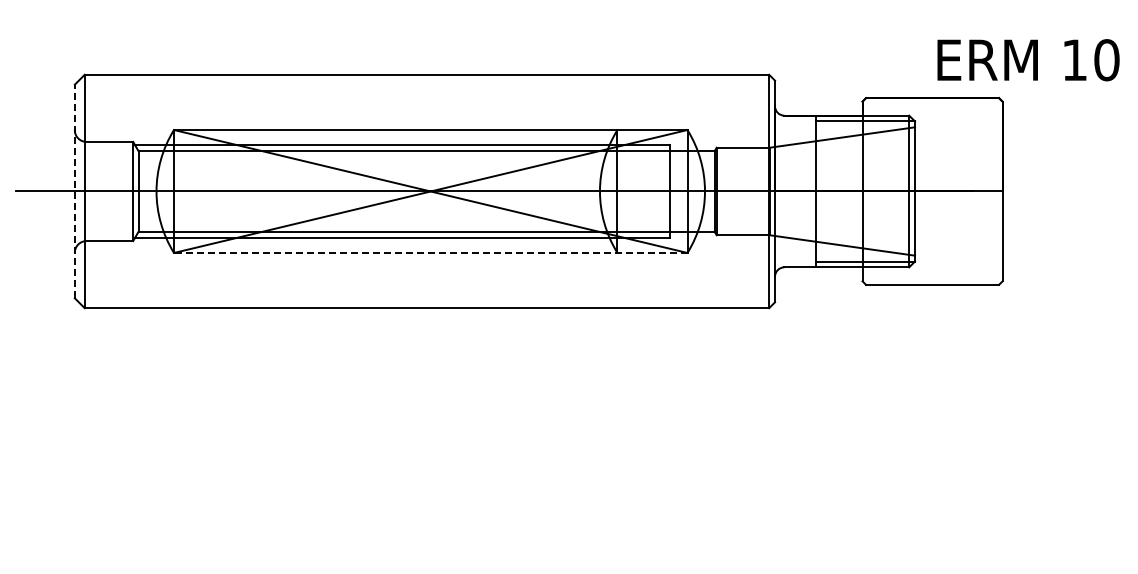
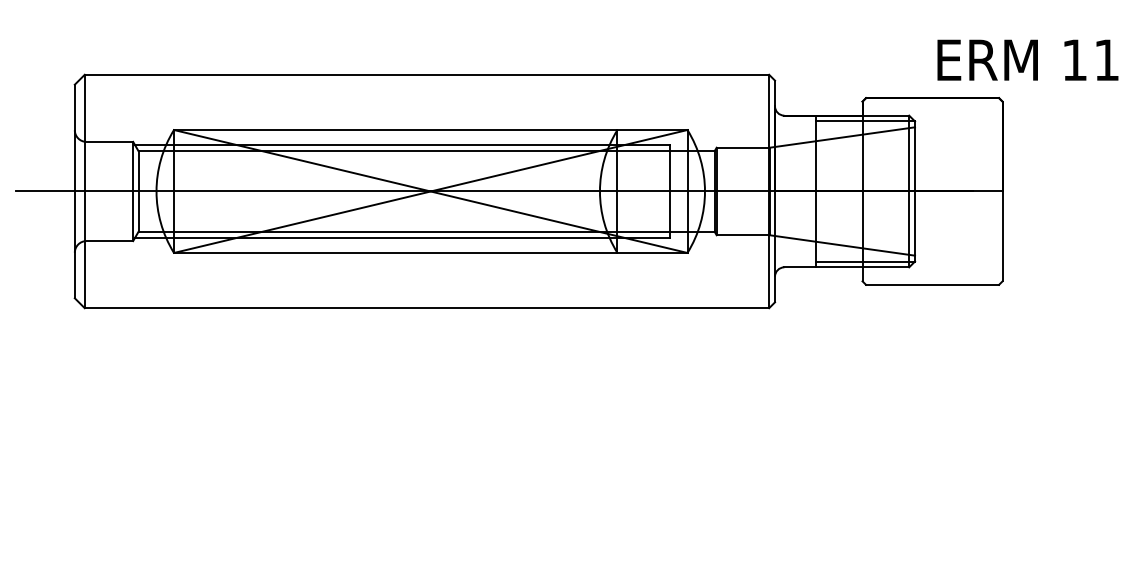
text at (1106, 60): 10 -> 11
line at (74, 191): dashed -> solid
line at (430, 252): dashed -> solid
